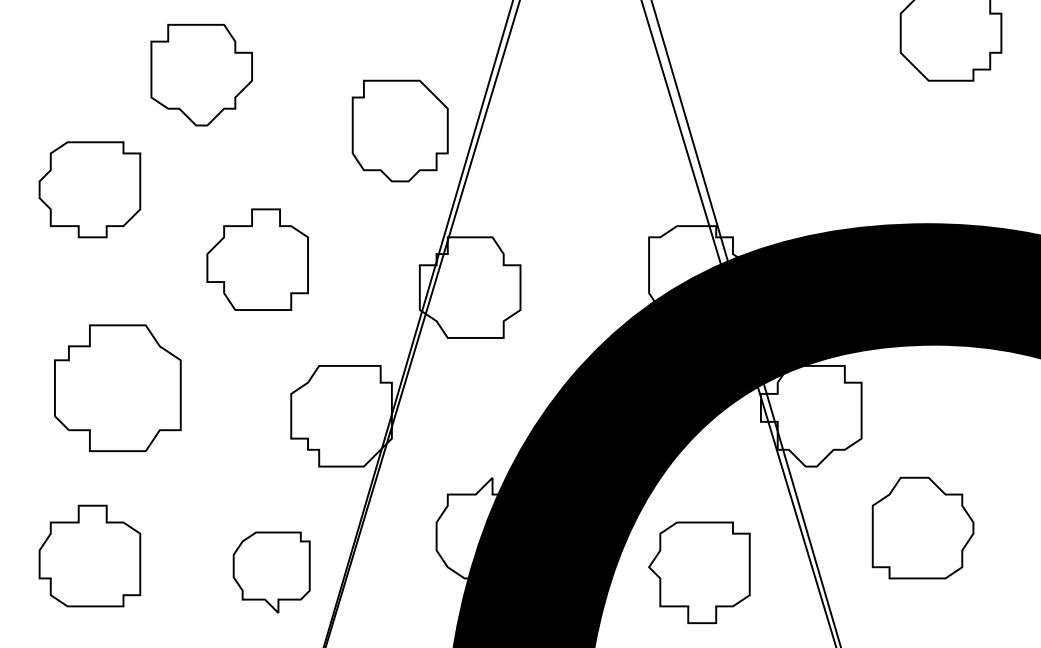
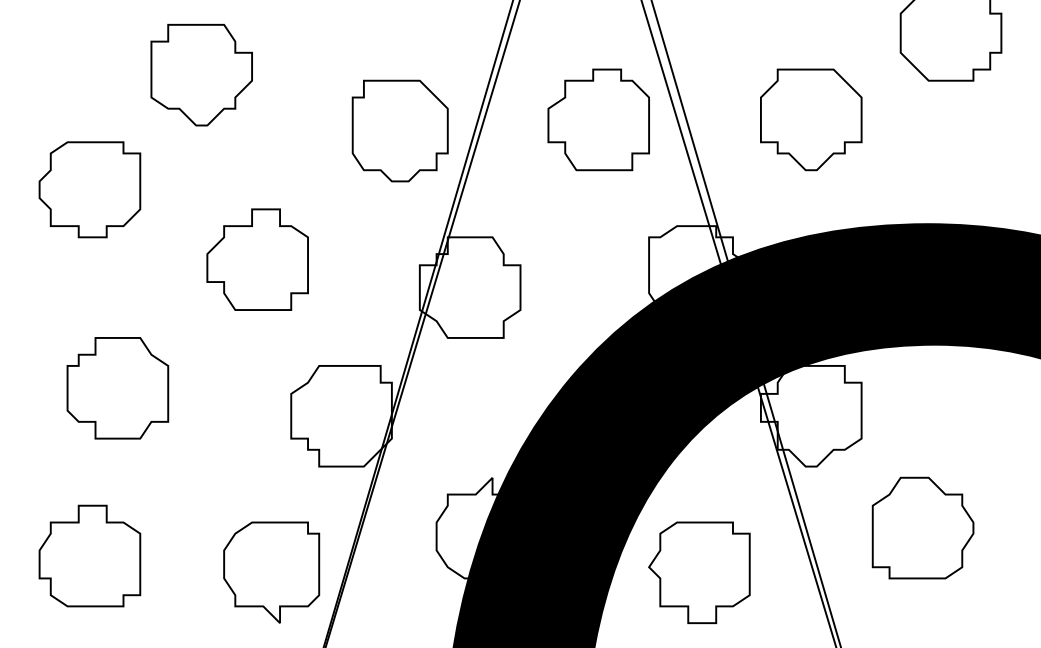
part at (598, 119): none -> present
part at (811, 119): none -> present
part at (117, 388) size: 128x129 px -> 104x103 px
part at (271, 572) size: 79x83 px -> 98x103 px
